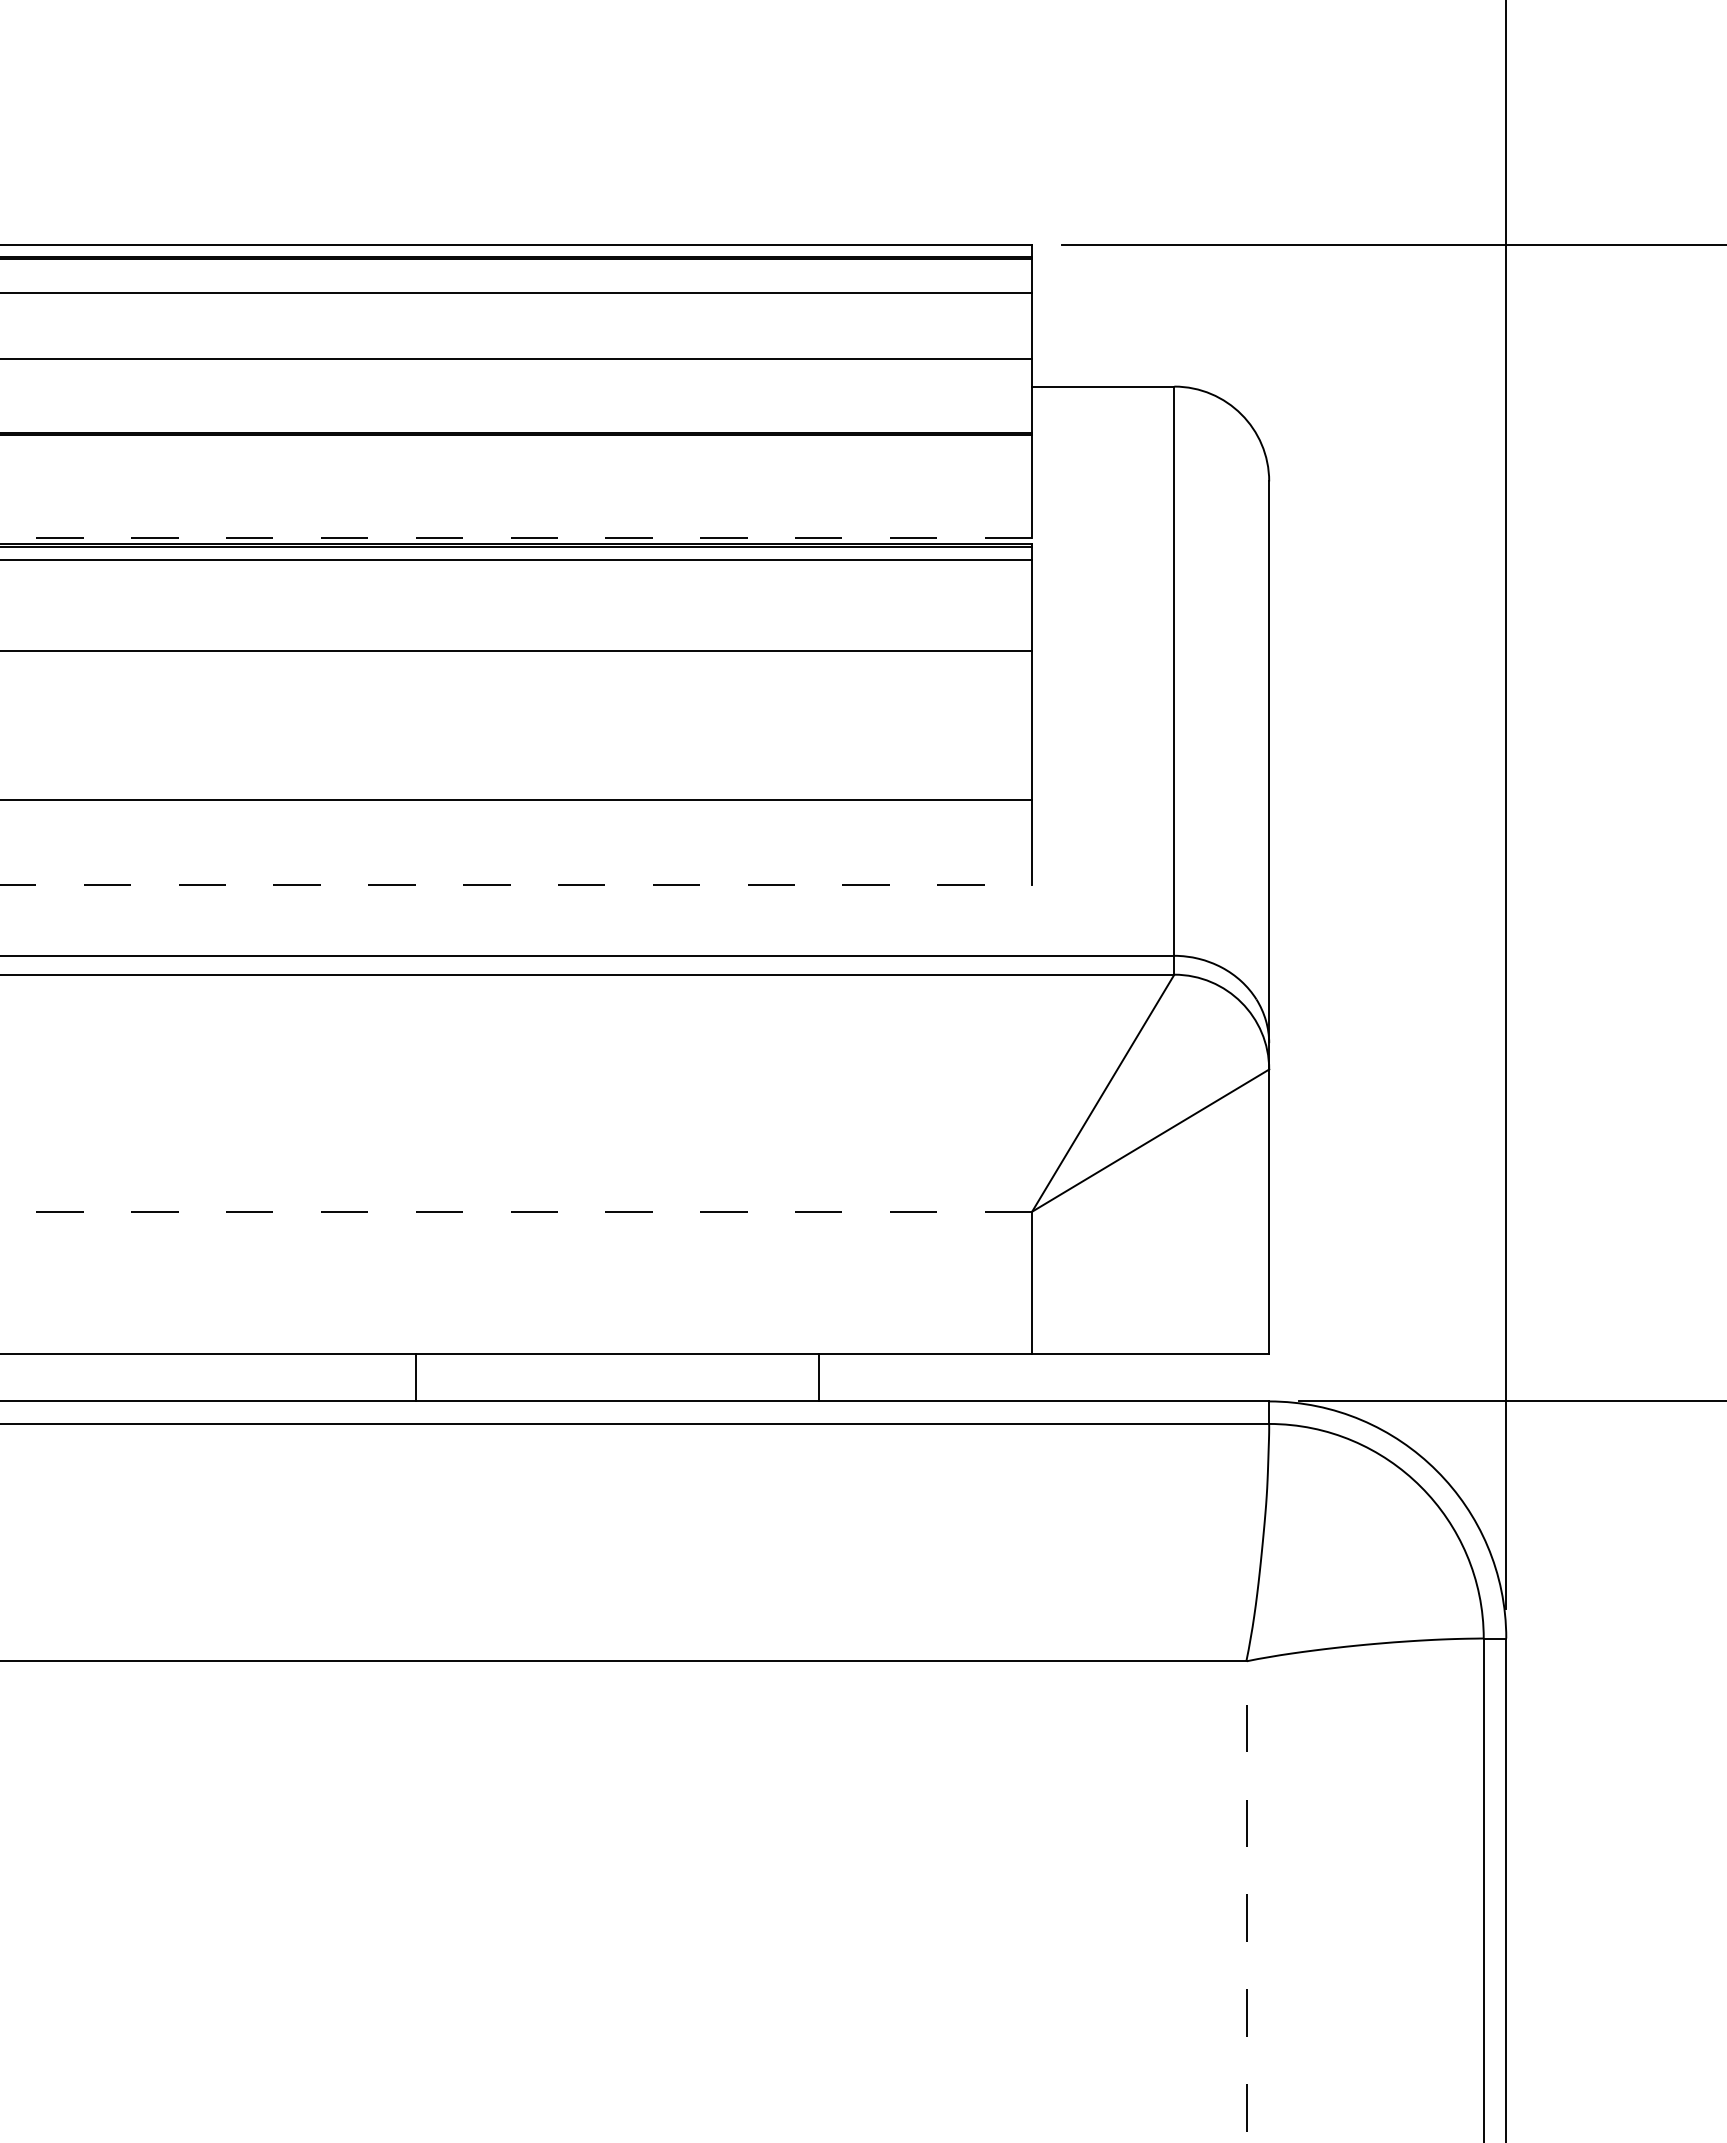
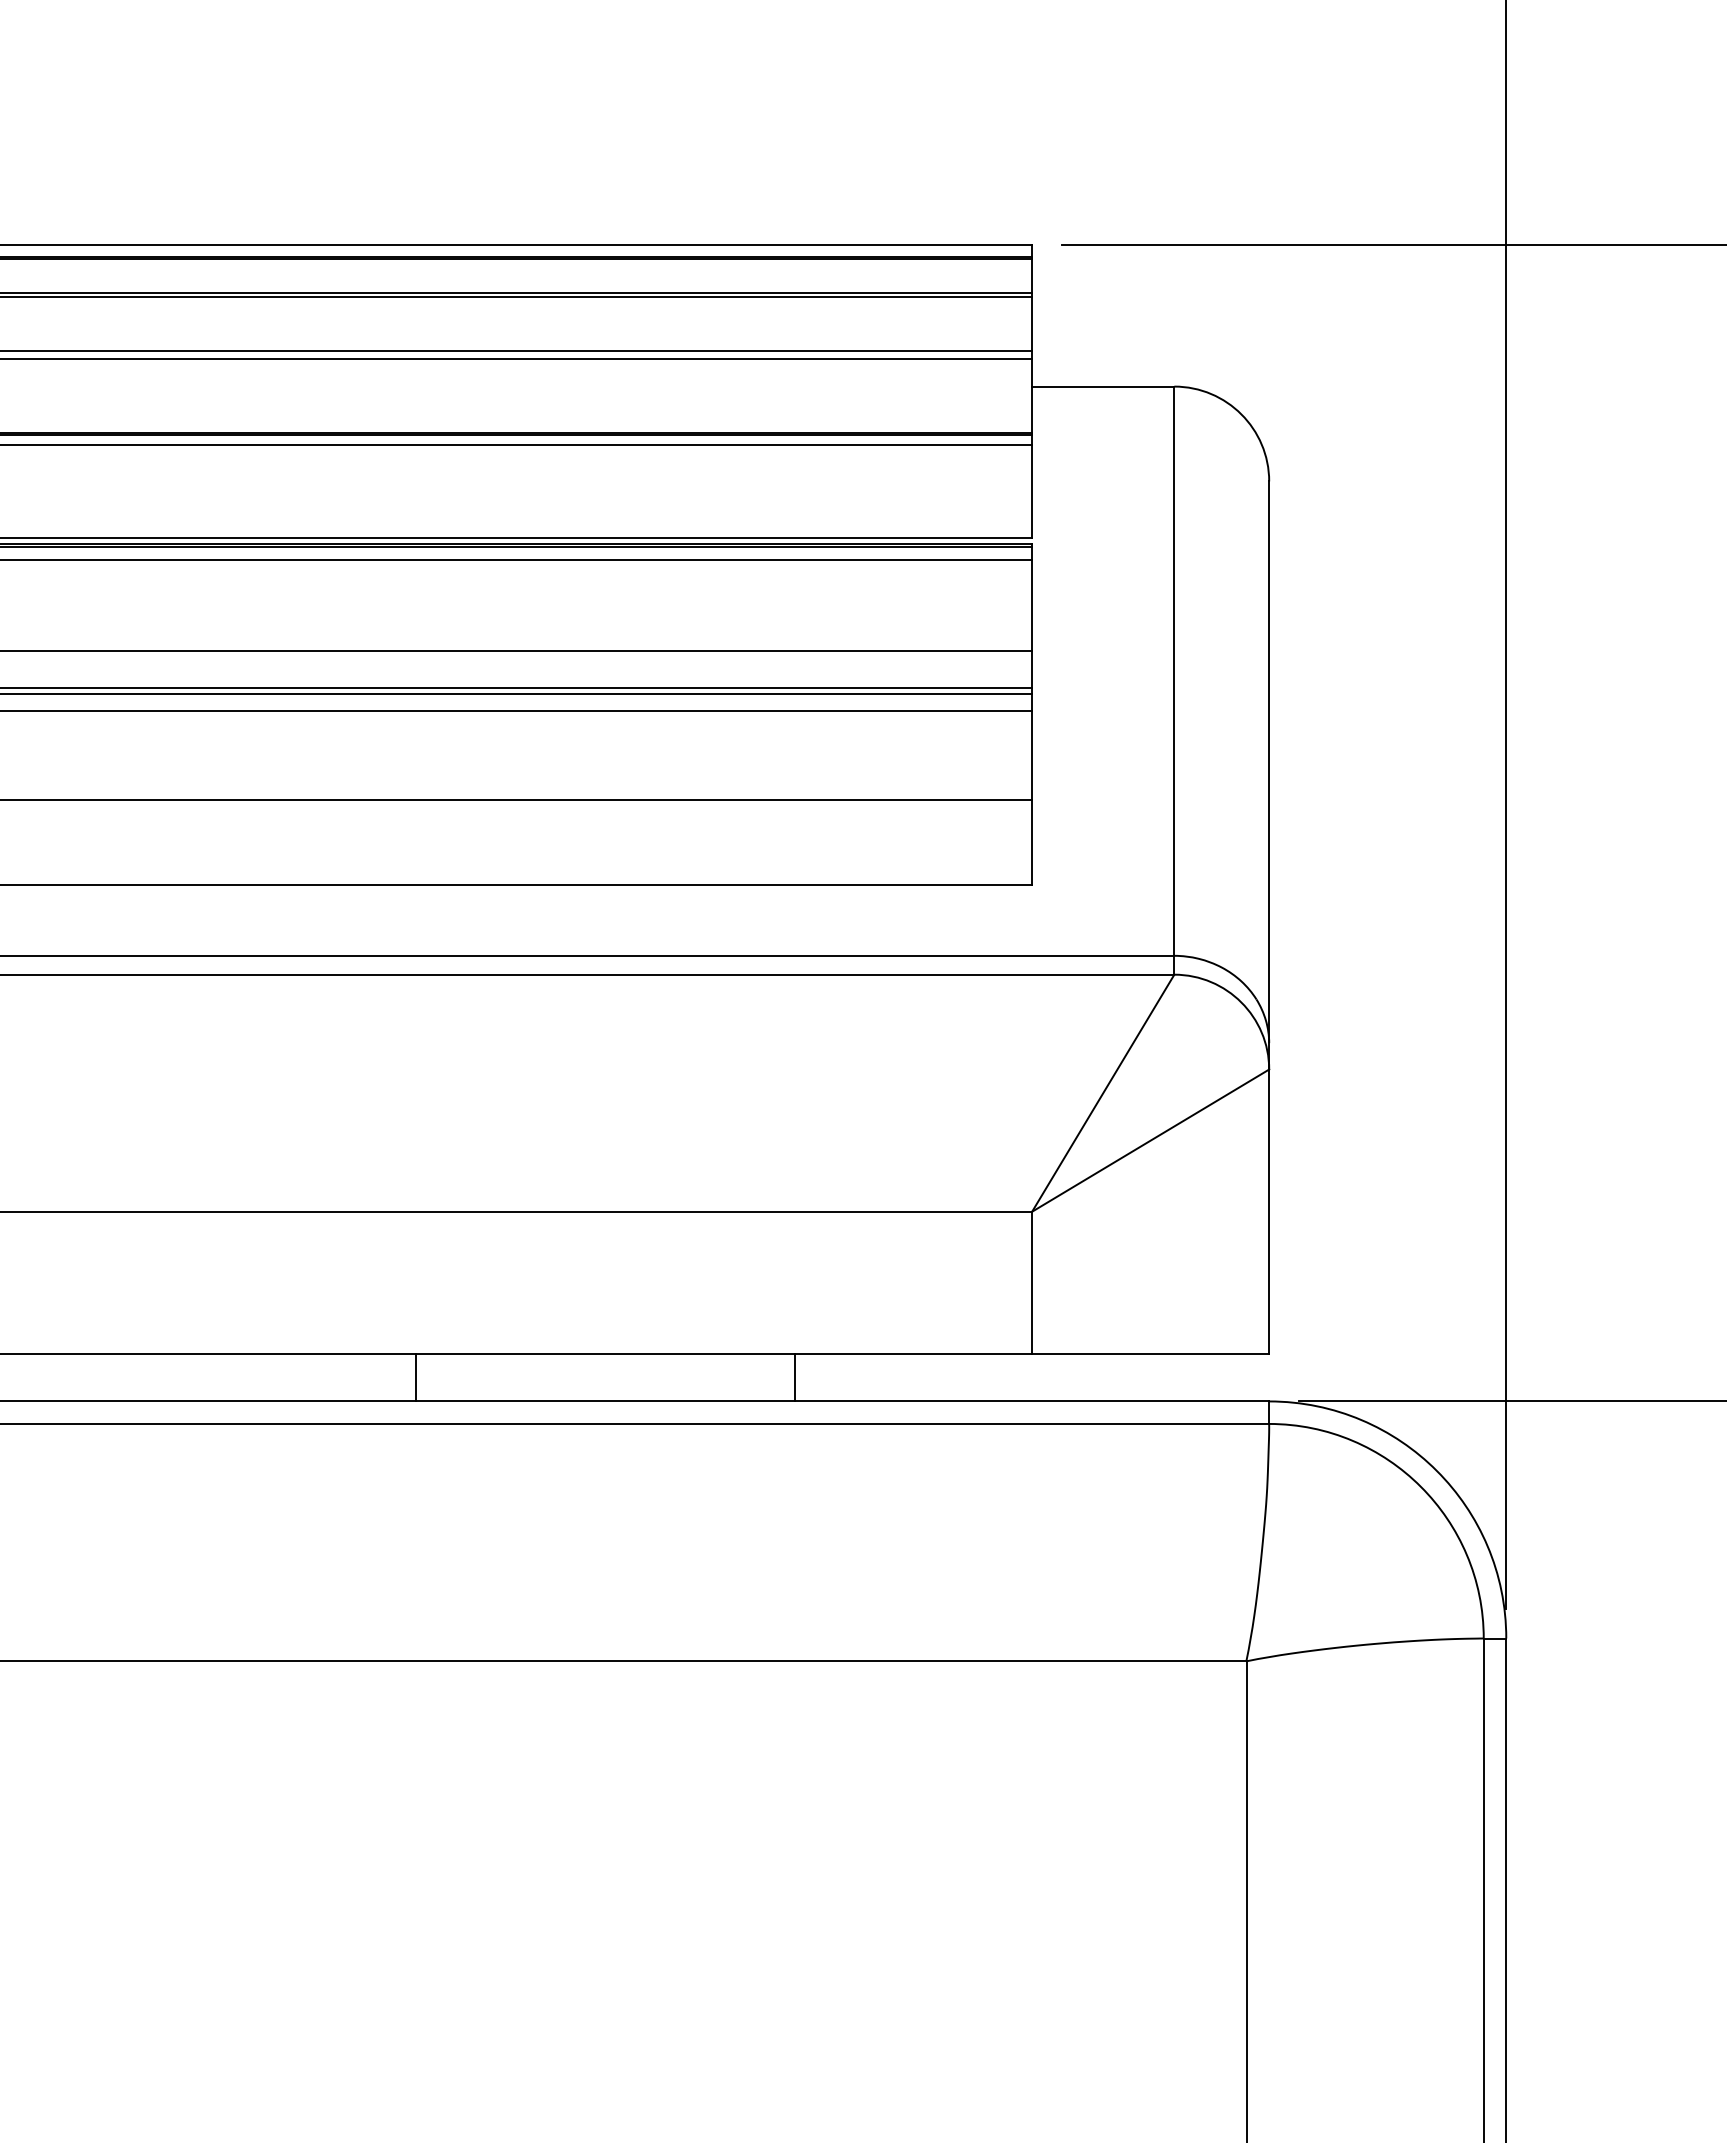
line at (517, 297): none -> present
line at (517, 351): none -> present
line at (517, 445): none -> present
line at (516, 537): dashed -> solid
line at (517, 688): none -> present
line at (517, 693): none -> present
line at (517, 710): none -> present
line at (516, 885): dashed -> solid
line at (516, 1211): dashed -> solid
line at (819, 1377) position: (819, 1377) -> (795, 1377)
line at (1246, 1901): dashed -> solid
